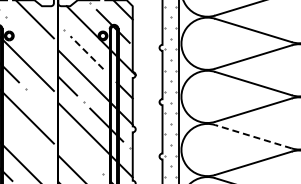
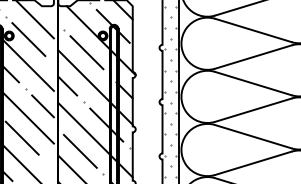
line at (28, 39): none -> present
line at (86, 52): dashed -> solid
line at (42, 106): none -> present
line at (253, 136): dashed -> solid
line at (21, 137): none -> present
line at (79, 150): none -> present
